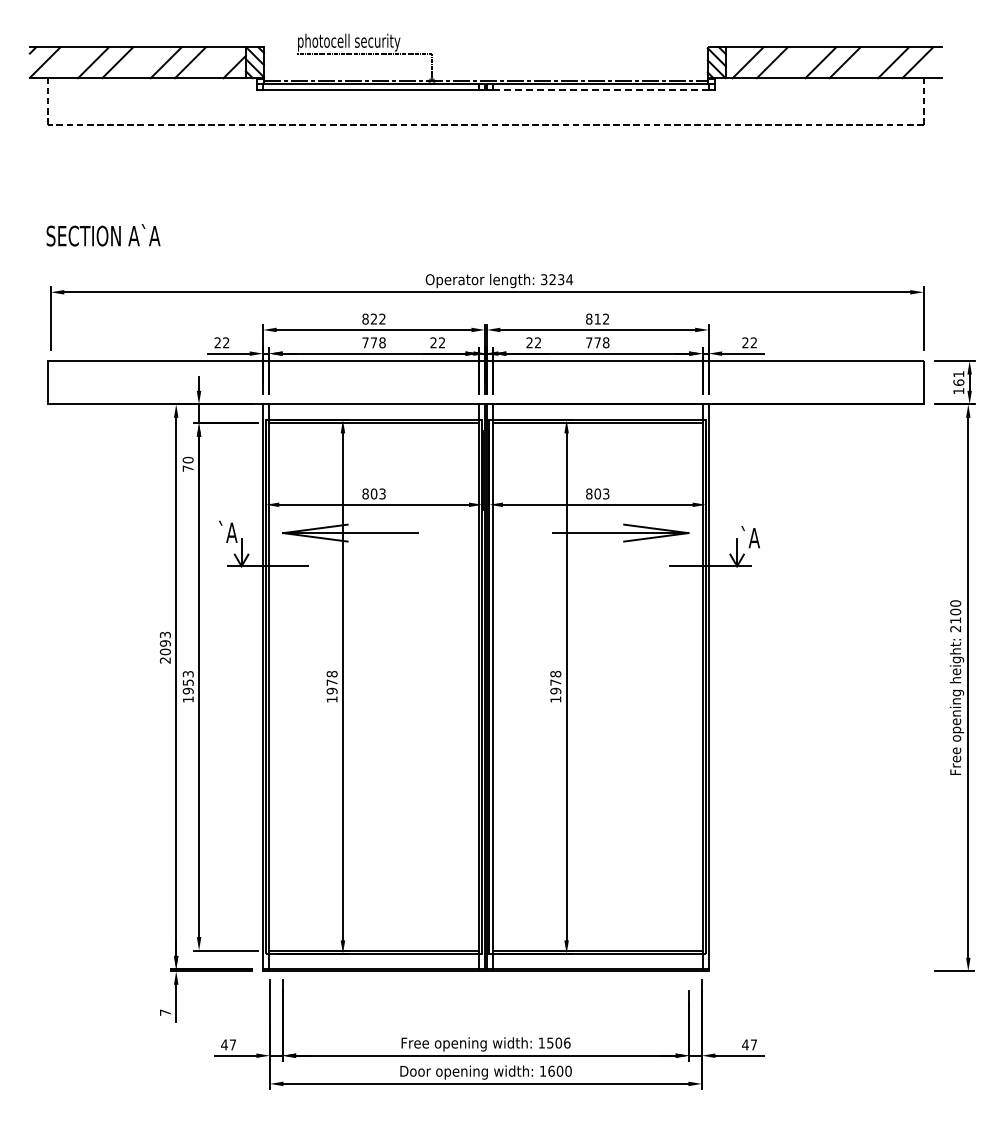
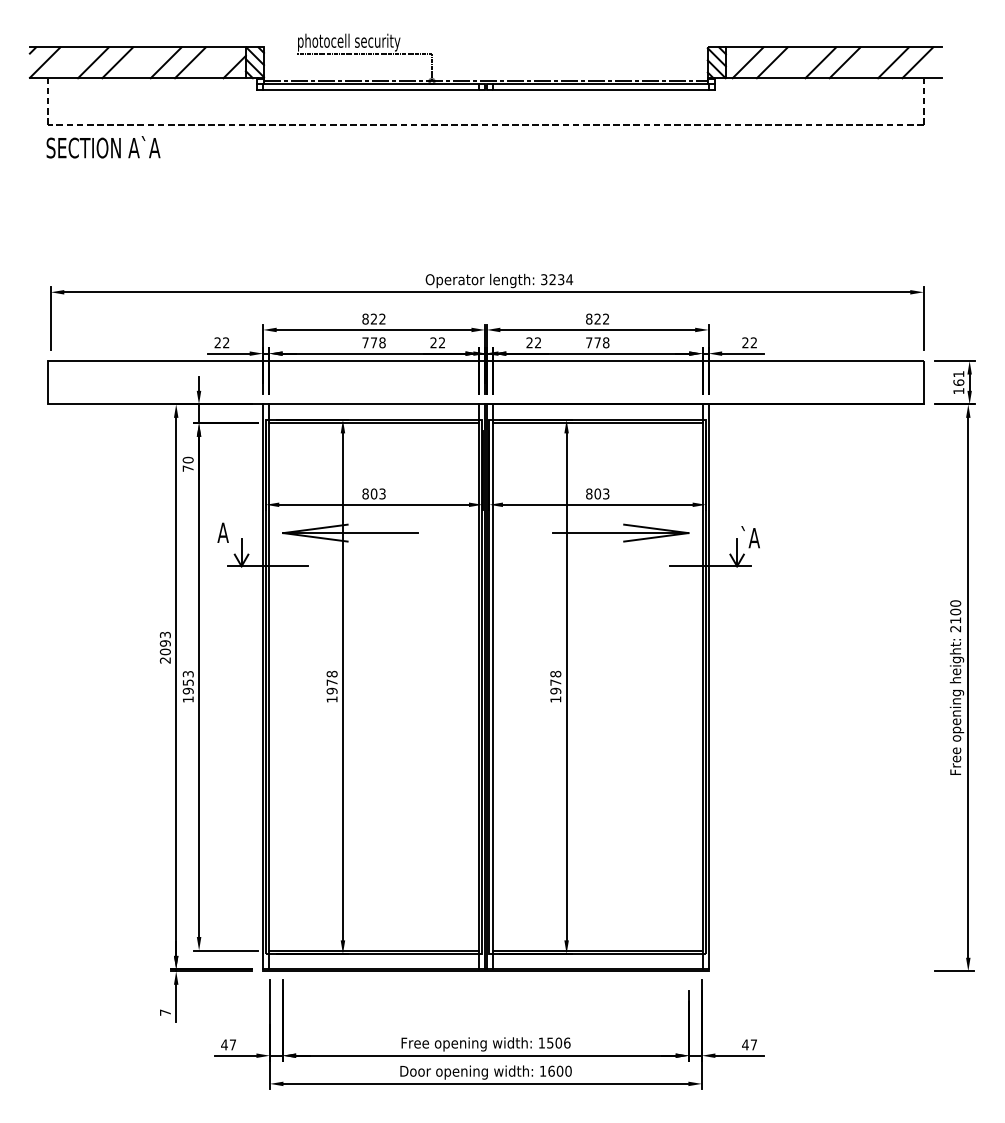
line at (600, 89): dashed -> solid
text at (103, 235) position: (103, 235) -> (103, 147)
text at (597, 318): 812 -> 822
text at (227, 531): `A -> A
